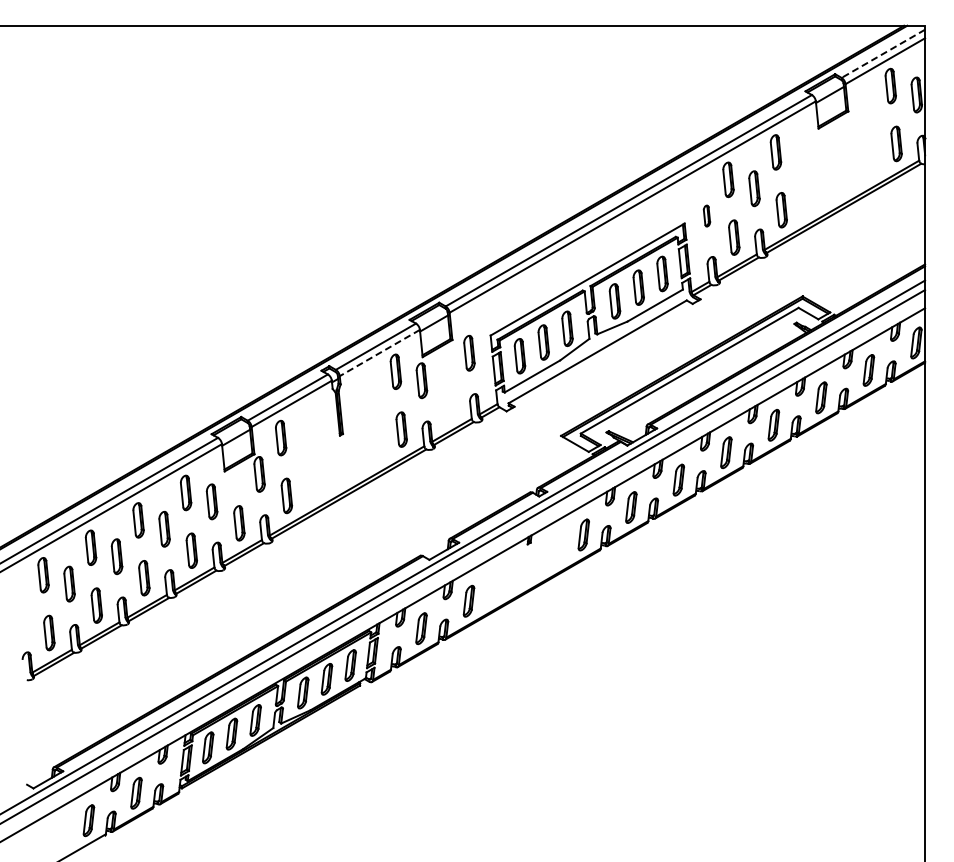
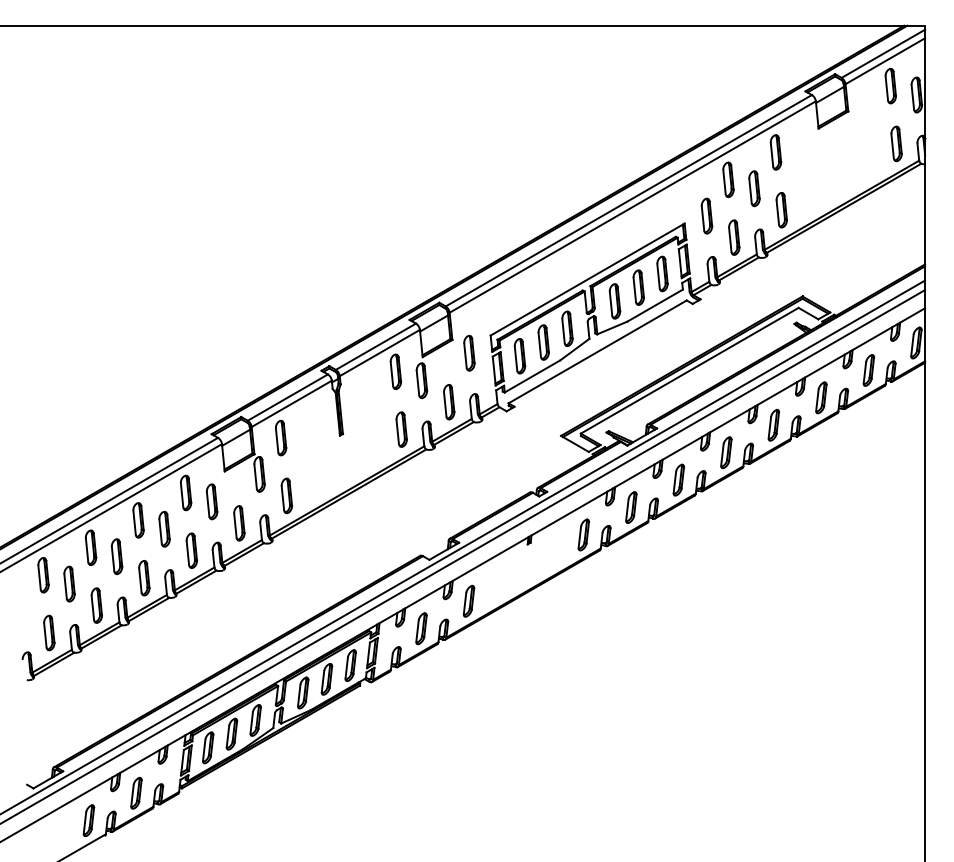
line at (882, 54): dashed -> solid
part at (706, 215) size: 10x24 px -> 14x38 px
line at (379, 353): dashed -> solid
part at (449, 402): none -> present
